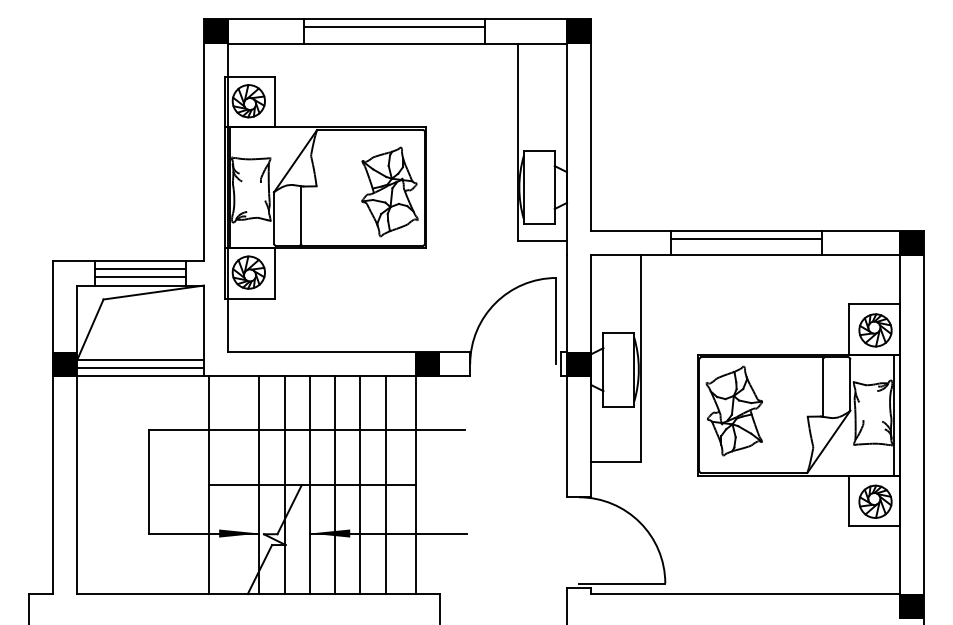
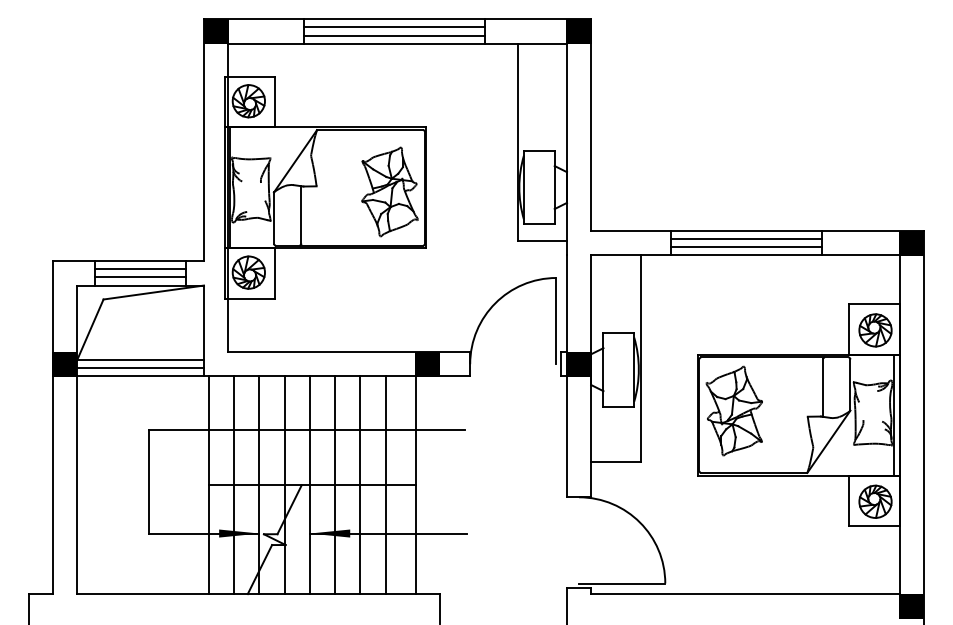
line at (394, 35): none -> present
line at (745, 247): none -> present
line at (234, 485): none -> present
